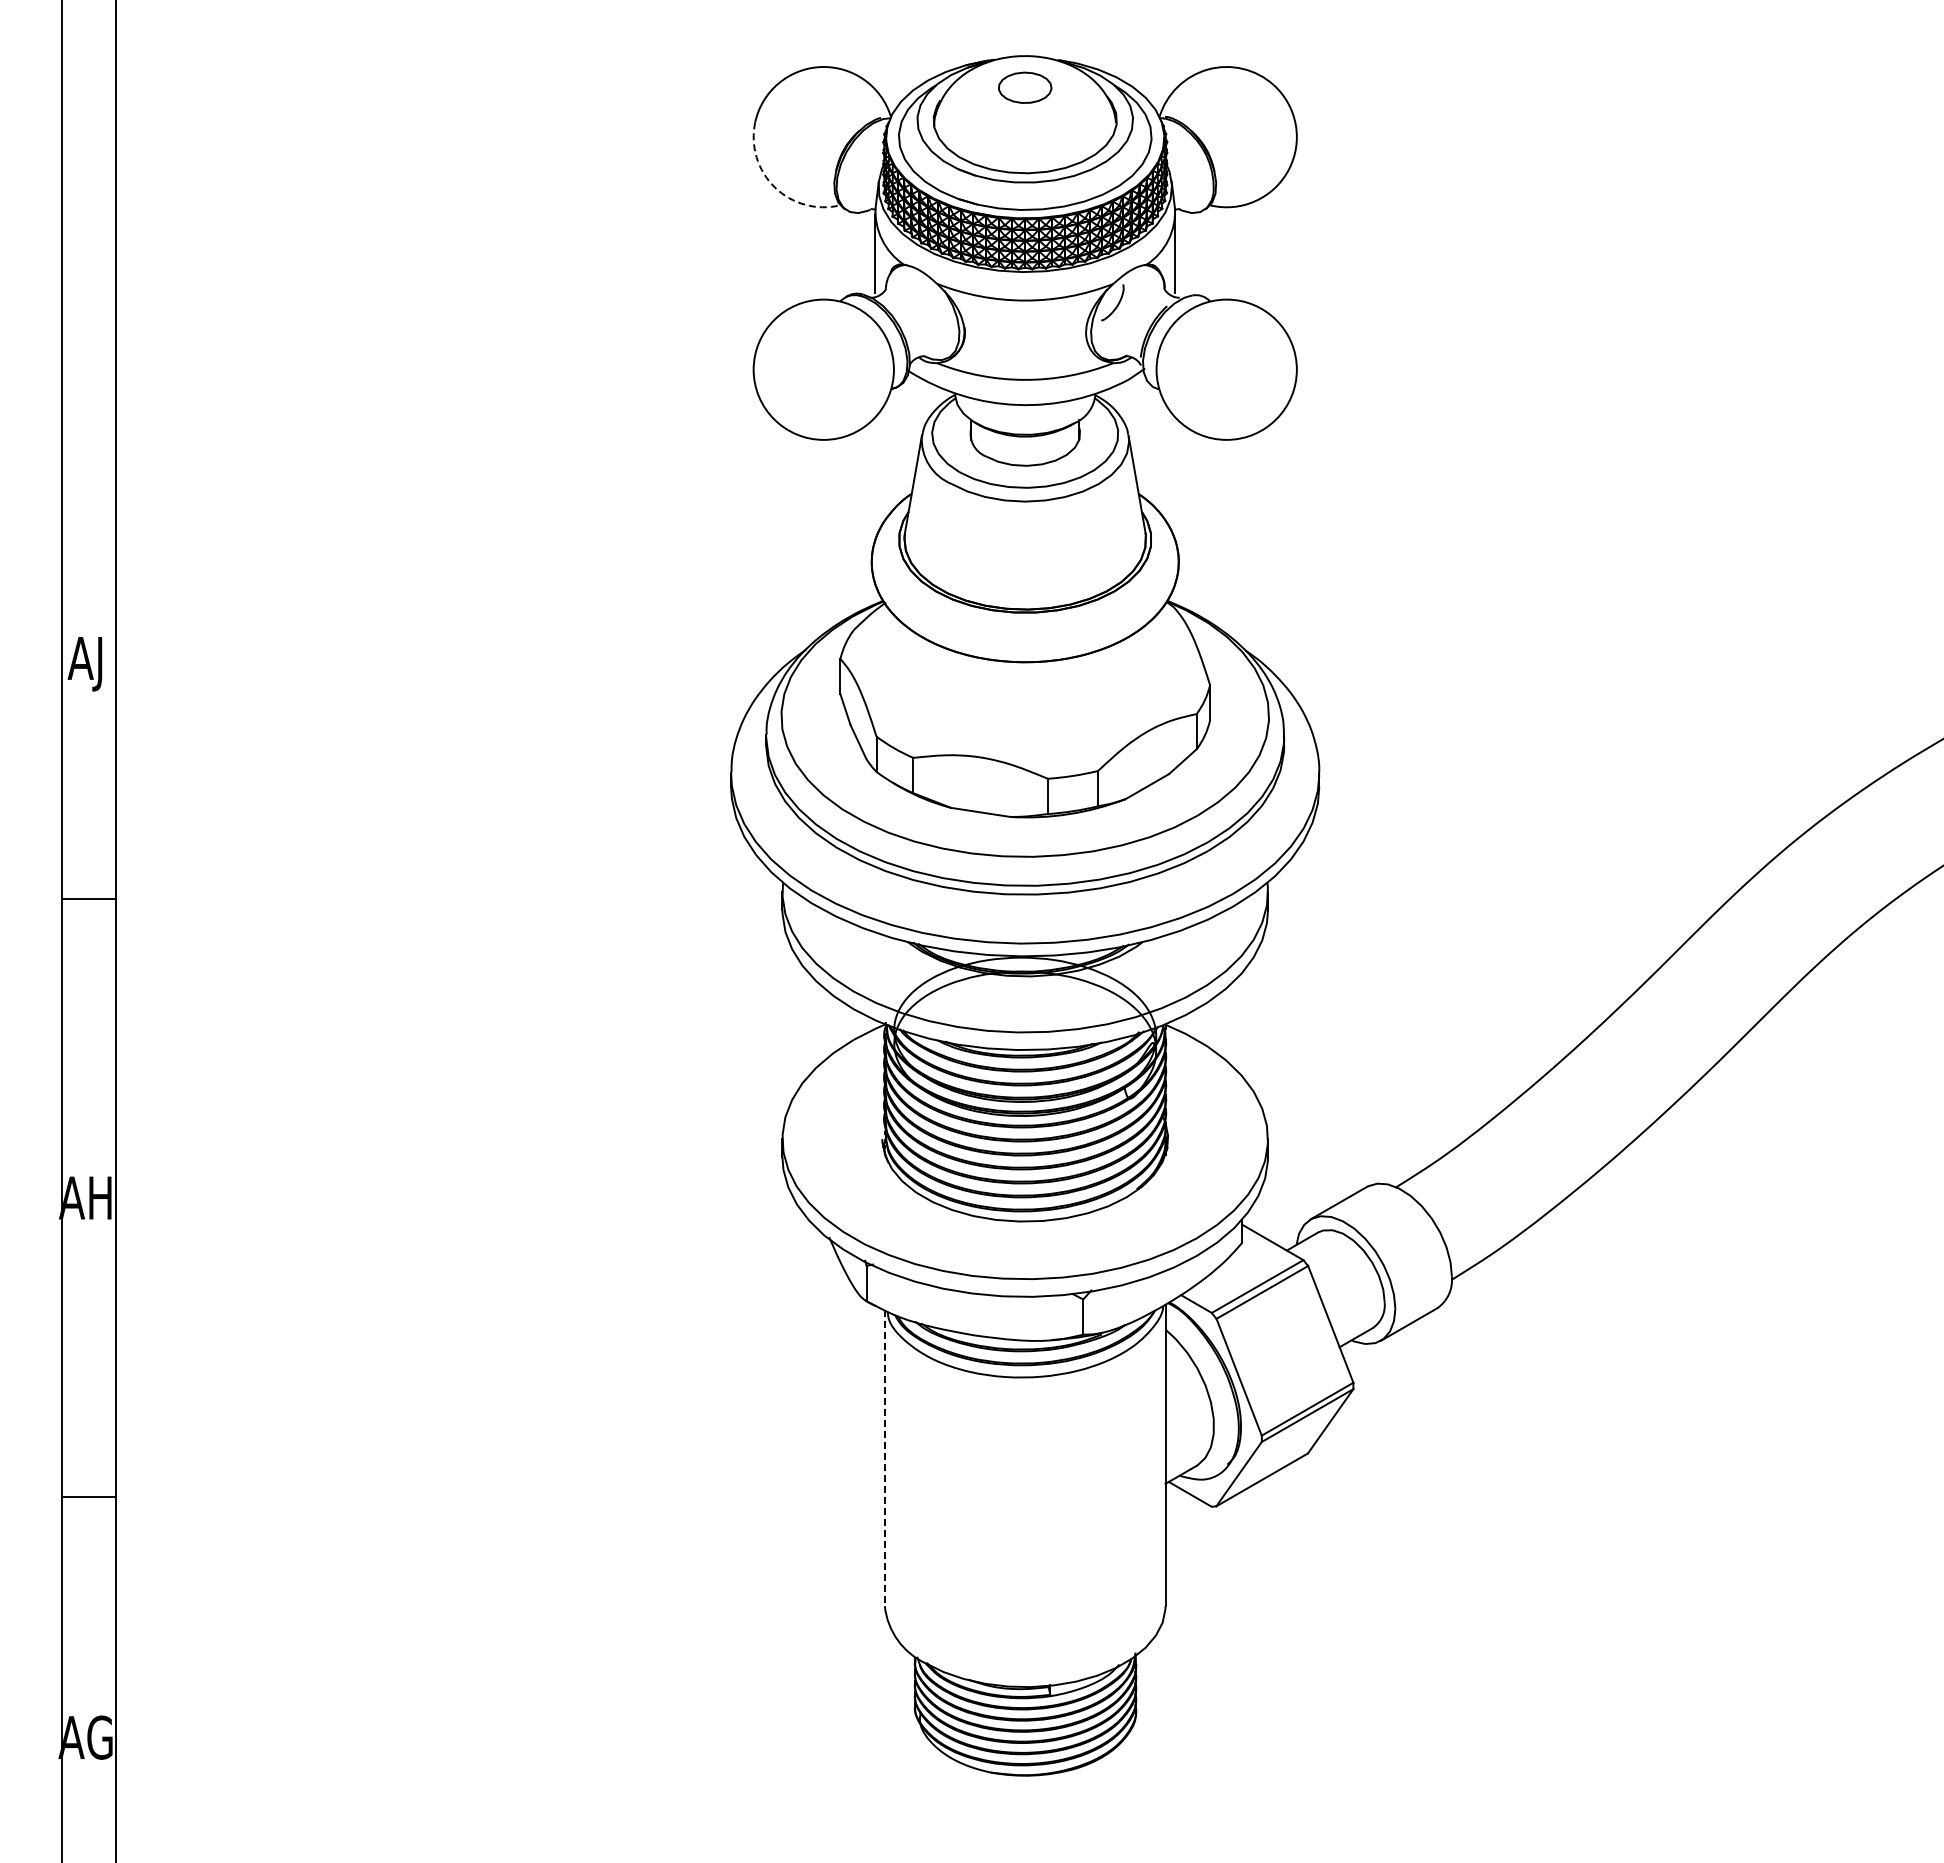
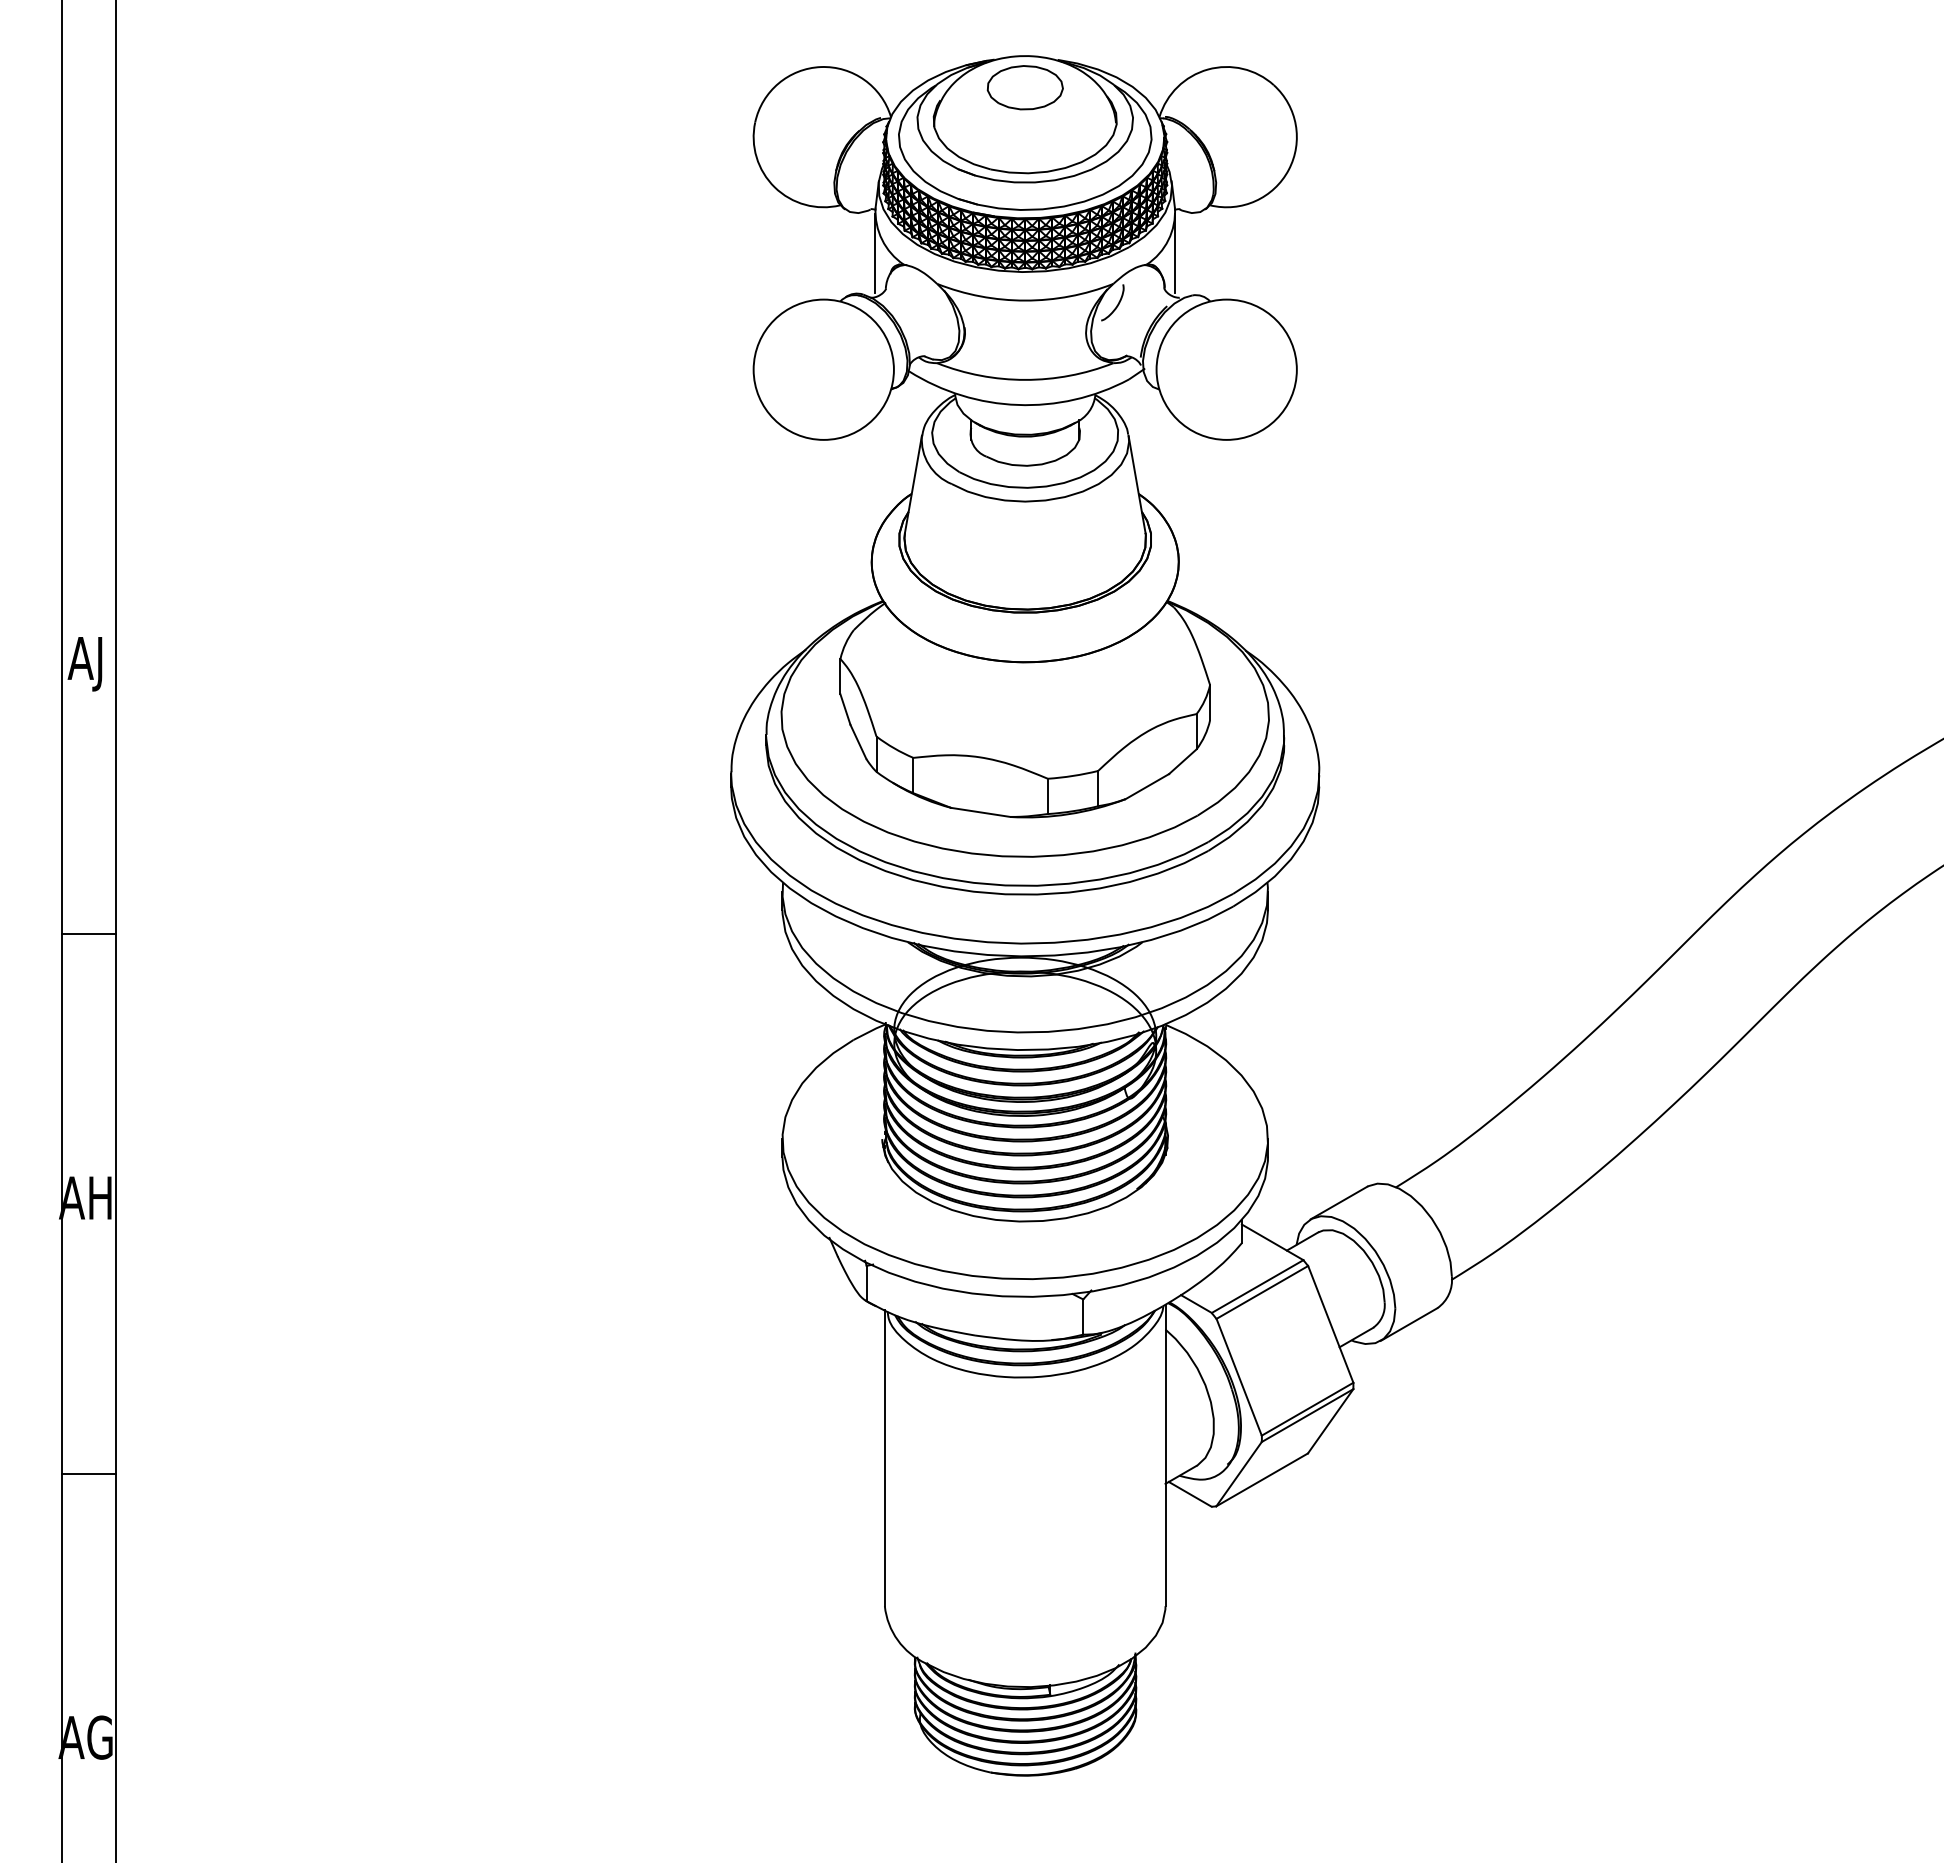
part at (1025, 87) size: 55x33 px -> 78x46 px
arc at (774, 187): dashed -> solid
line at (88, 899) position: (88, 899) -> (88, 934)
line at (884, 1458): dashed -> solid
line at (88, 1497) position: (88, 1497) -> (88, 1474)
